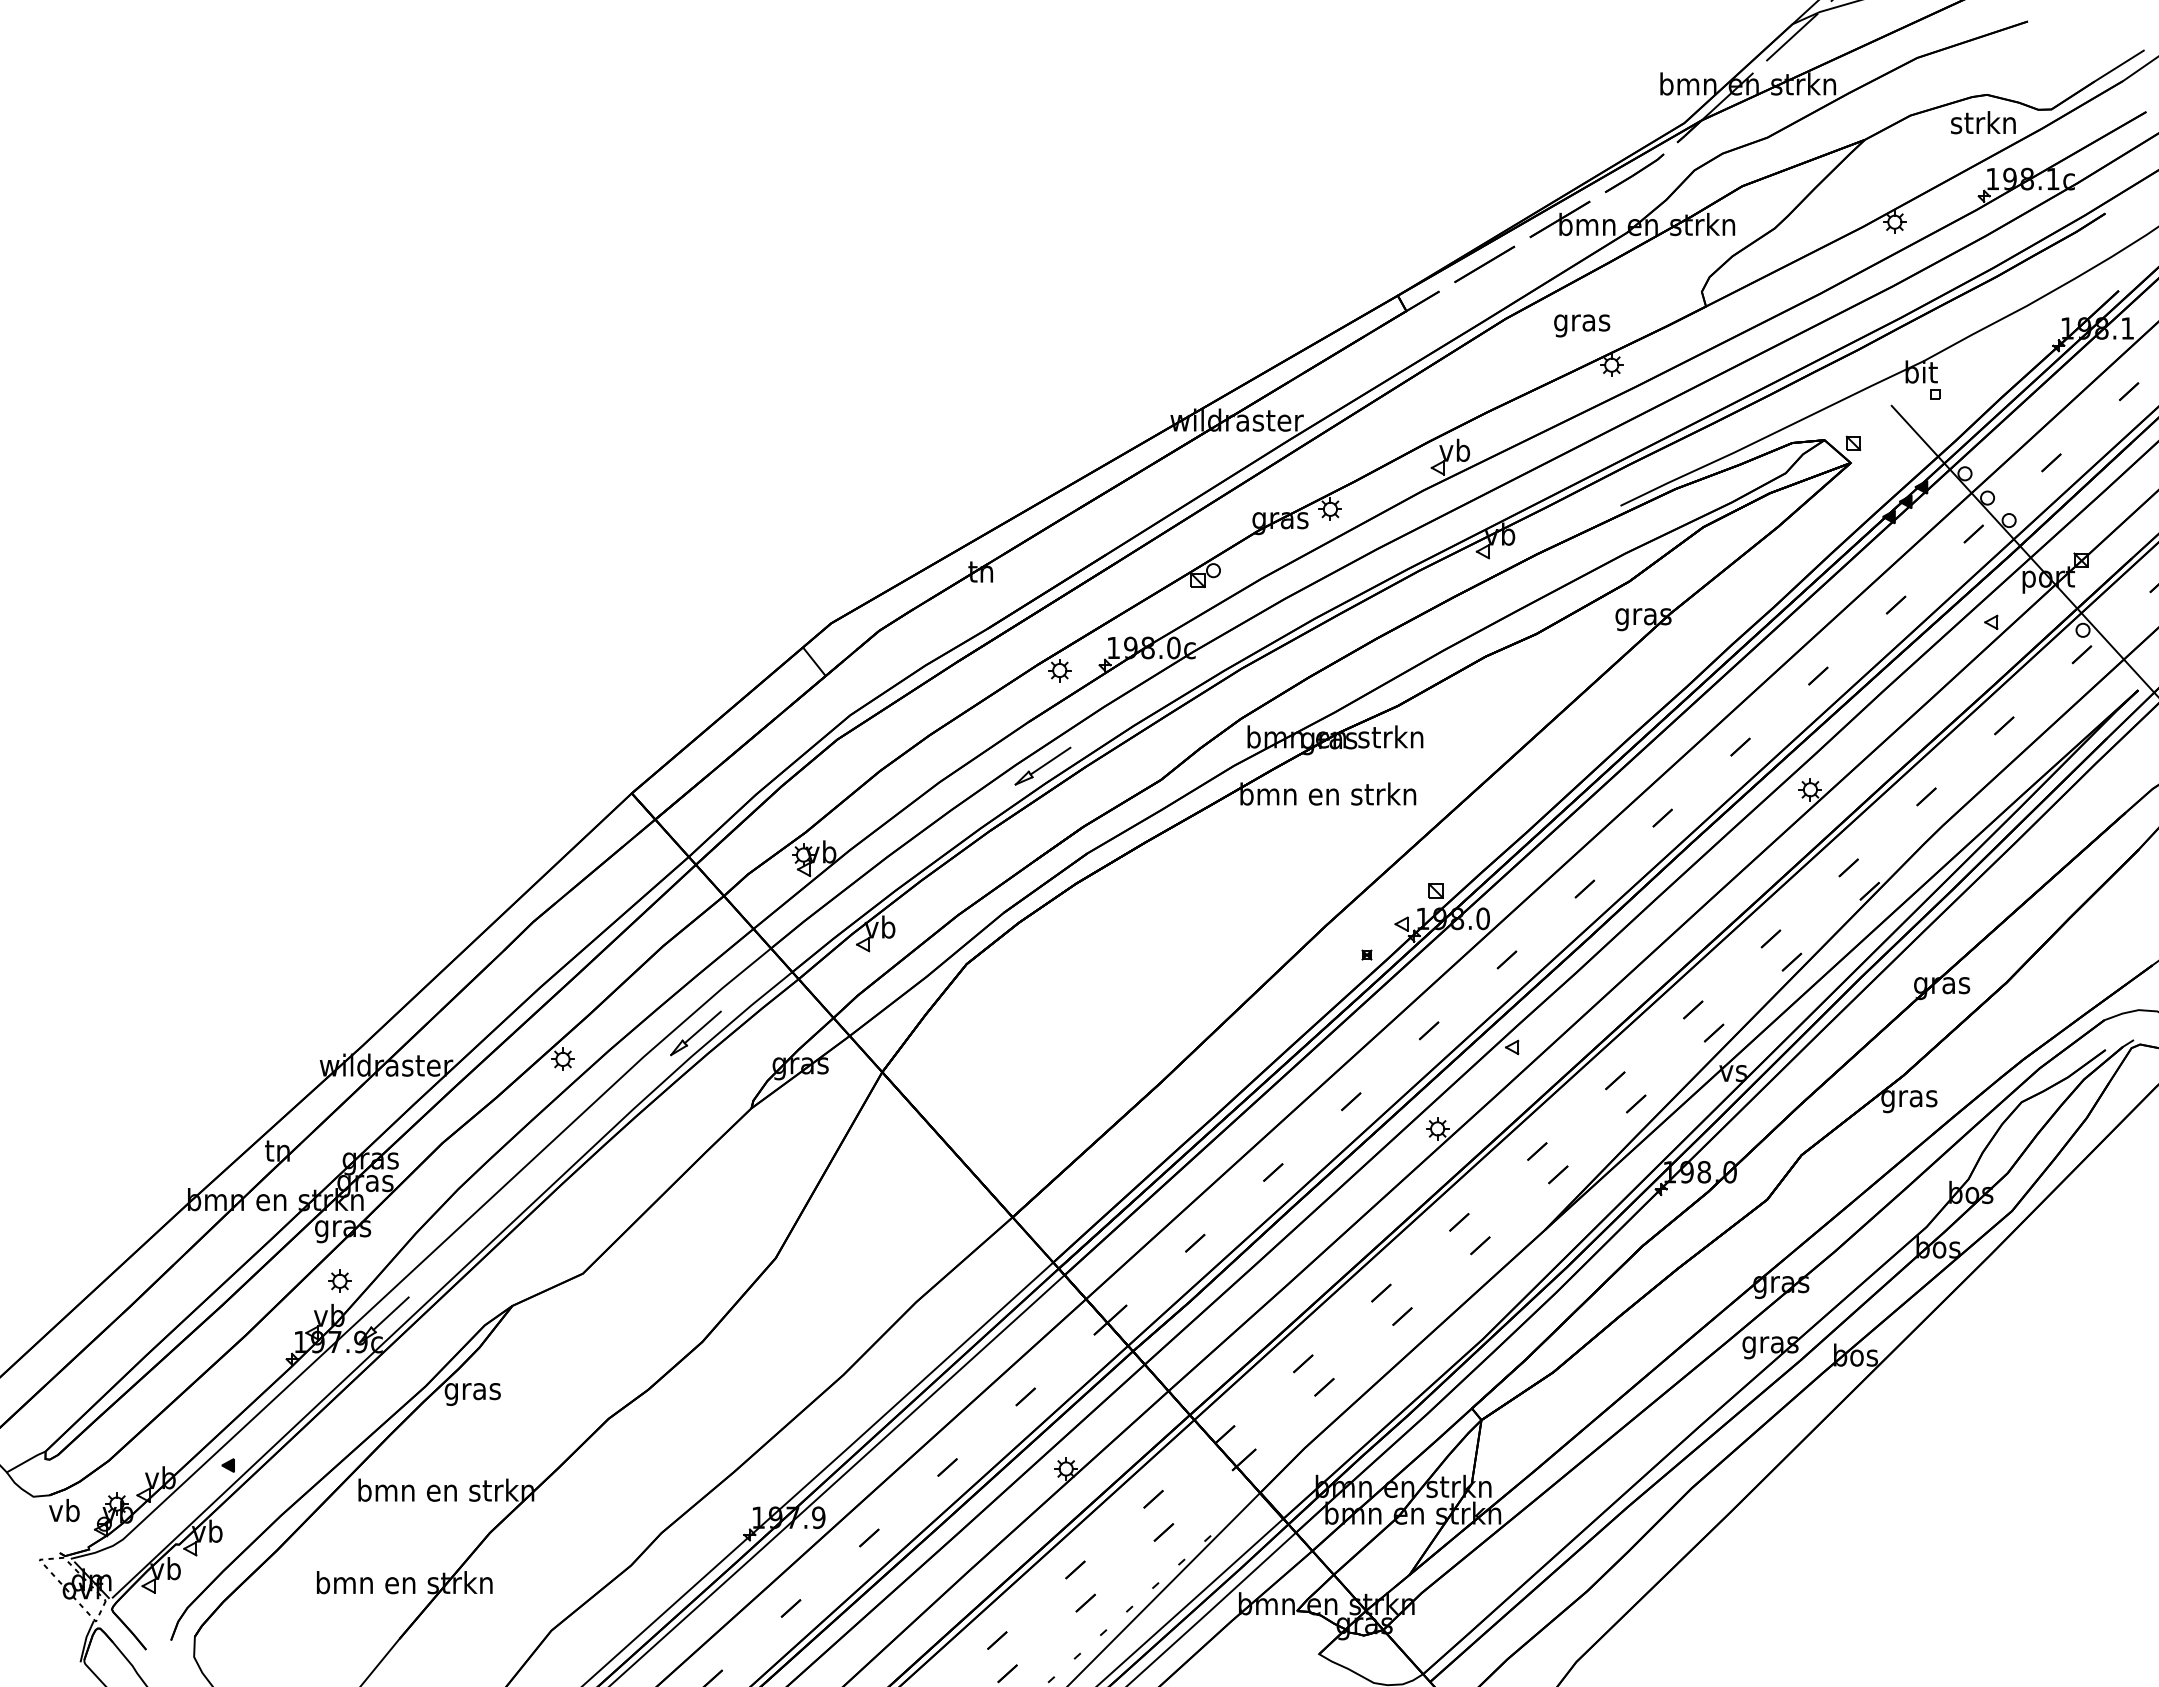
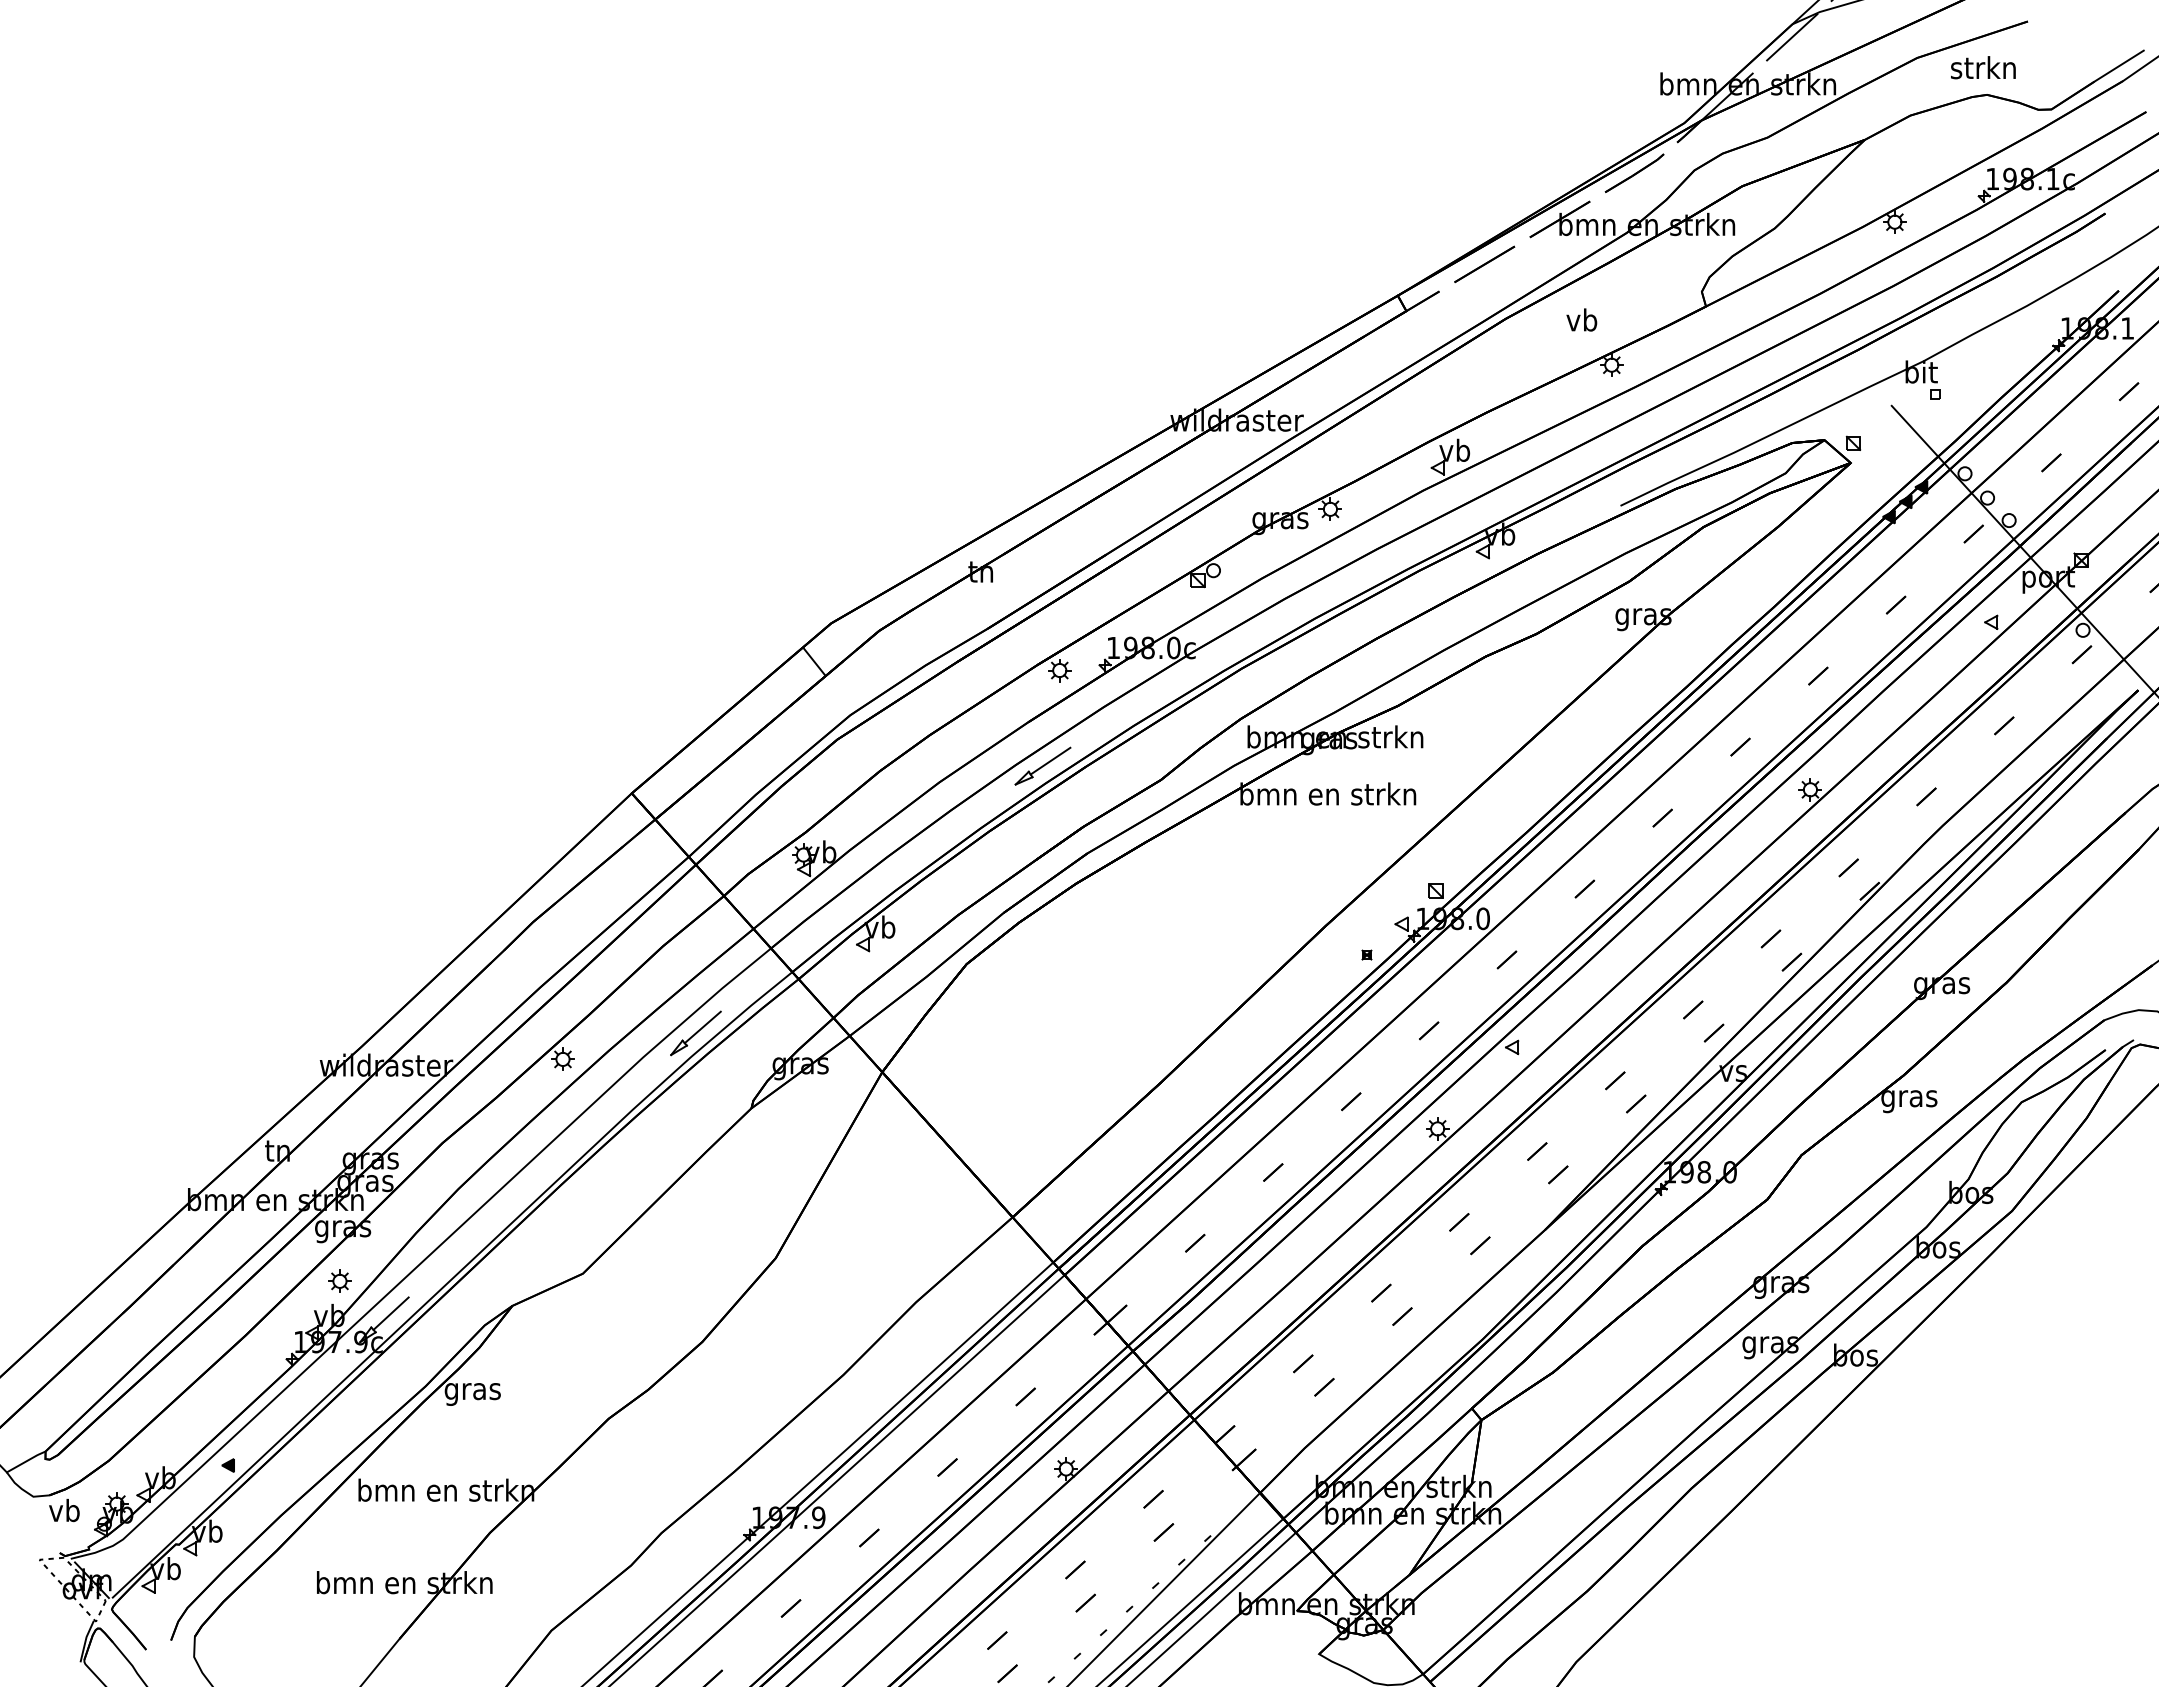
text at (1983, 122) position: (1983, 122) -> (1983, 67)
text at (1582, 322): gras -> vb
